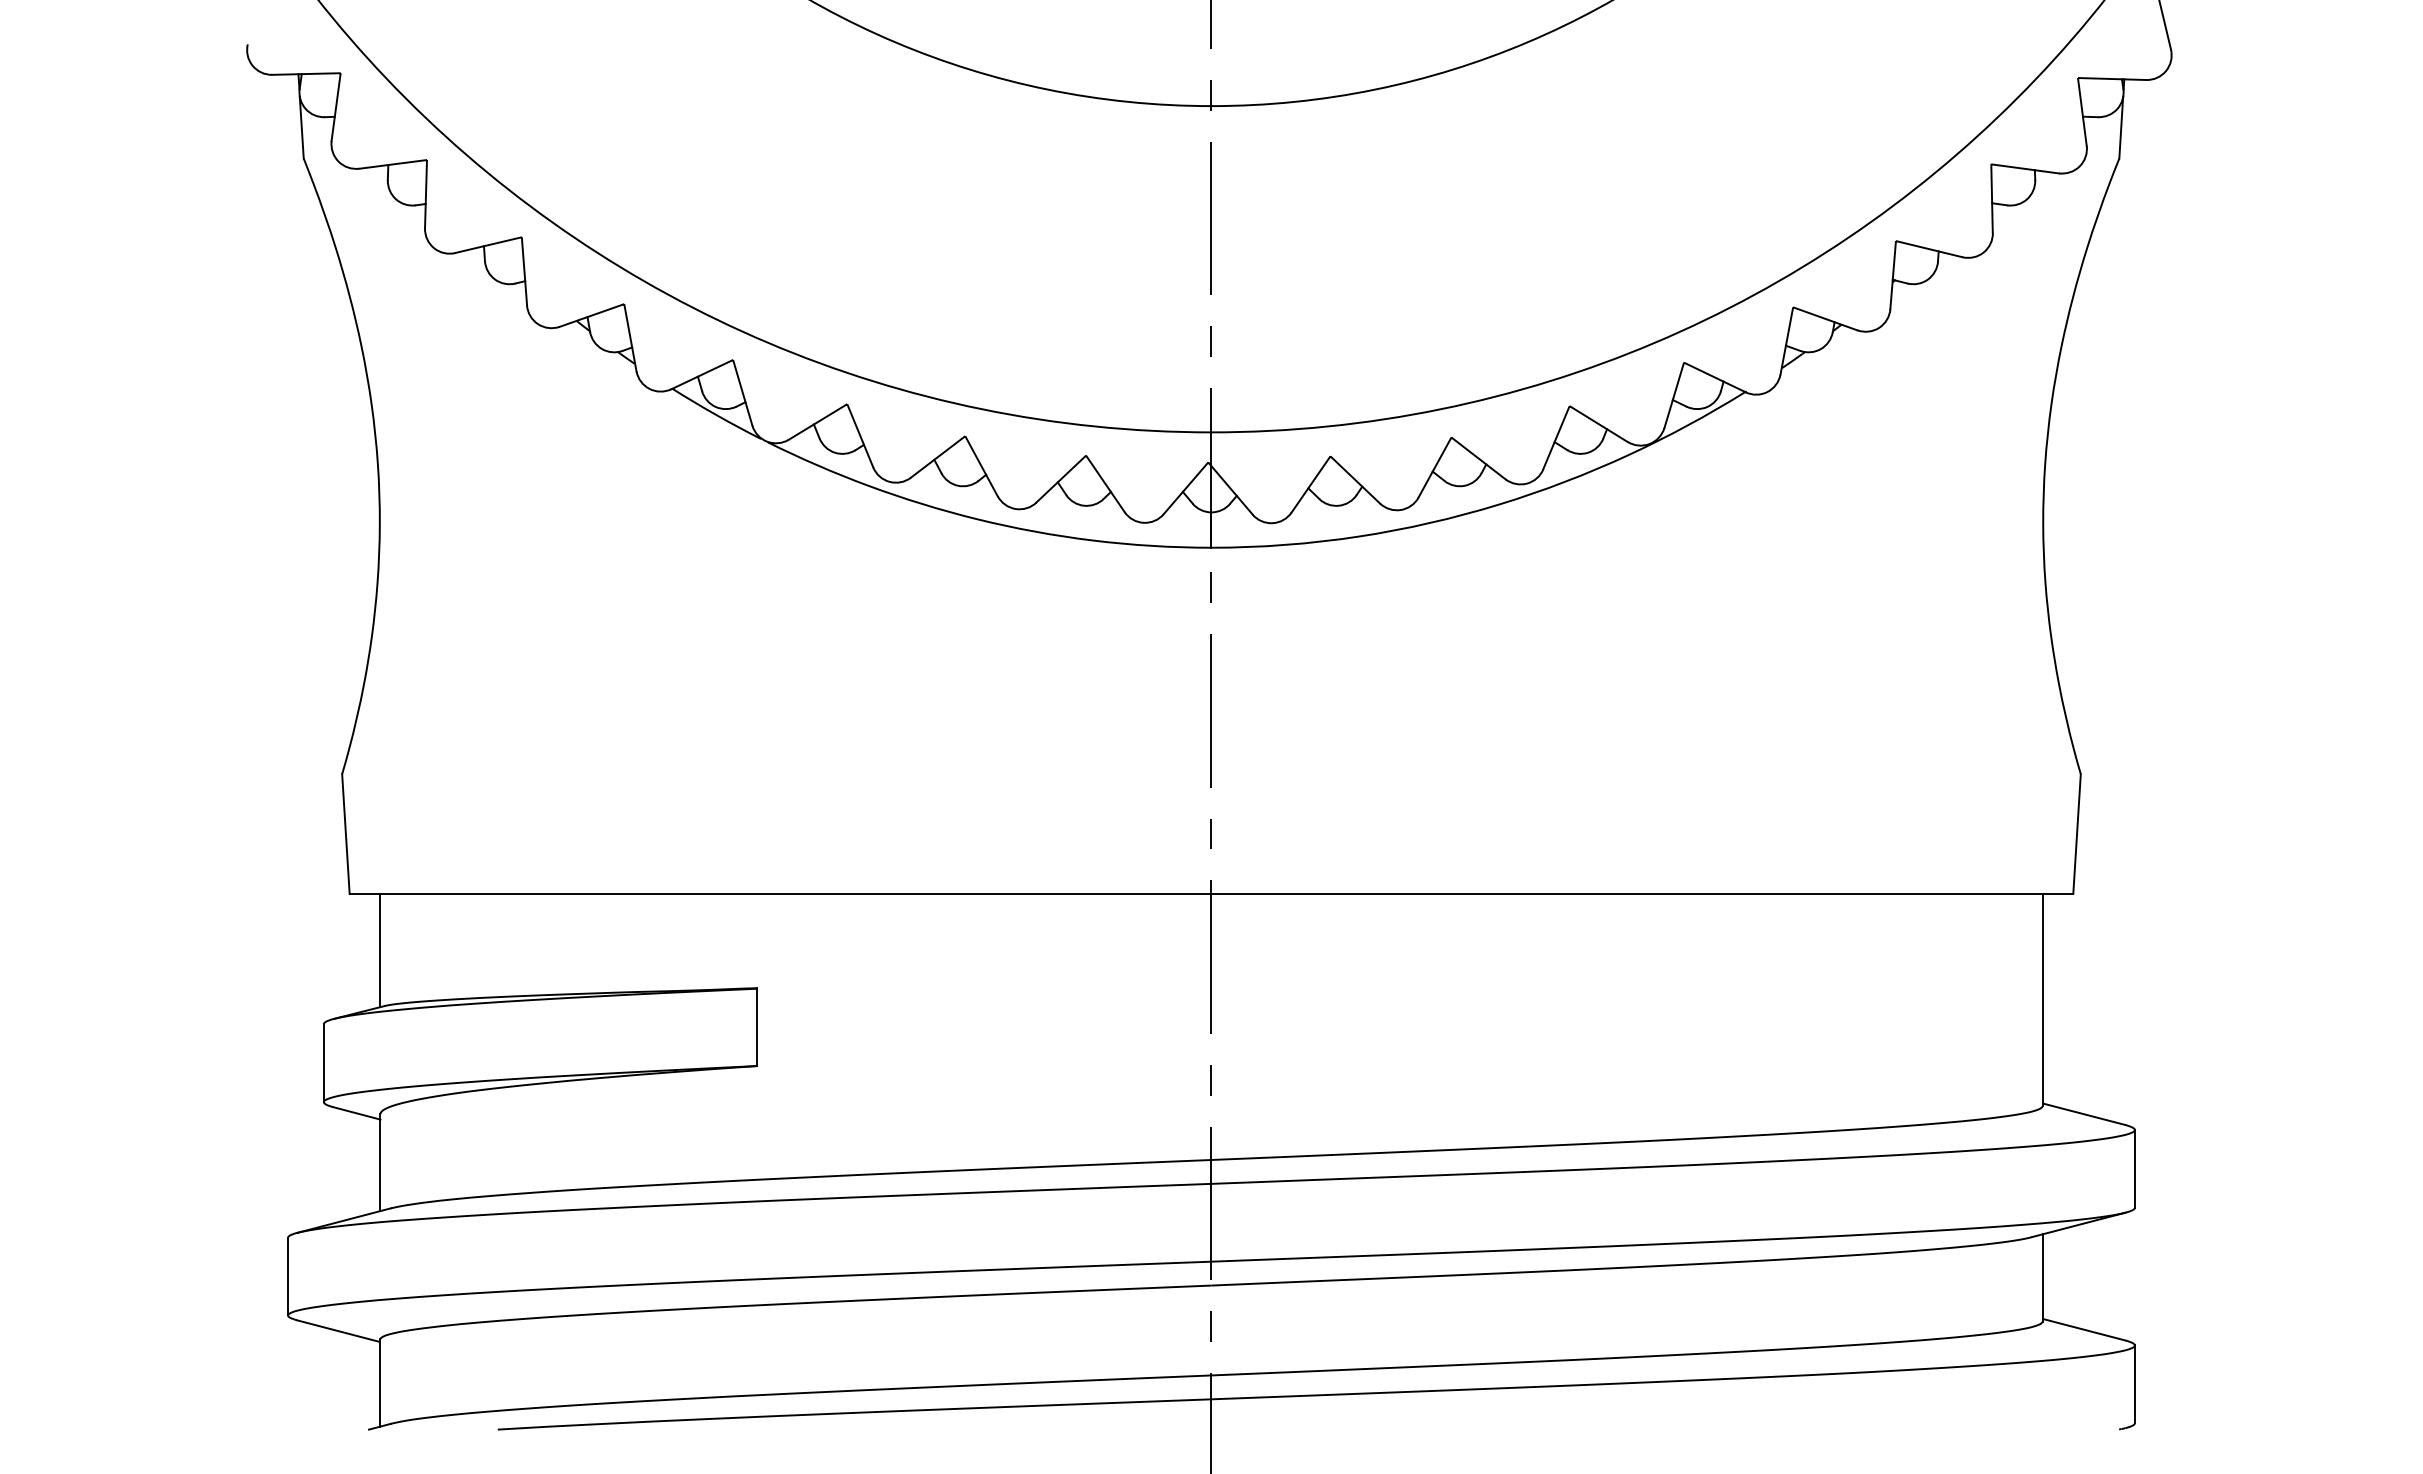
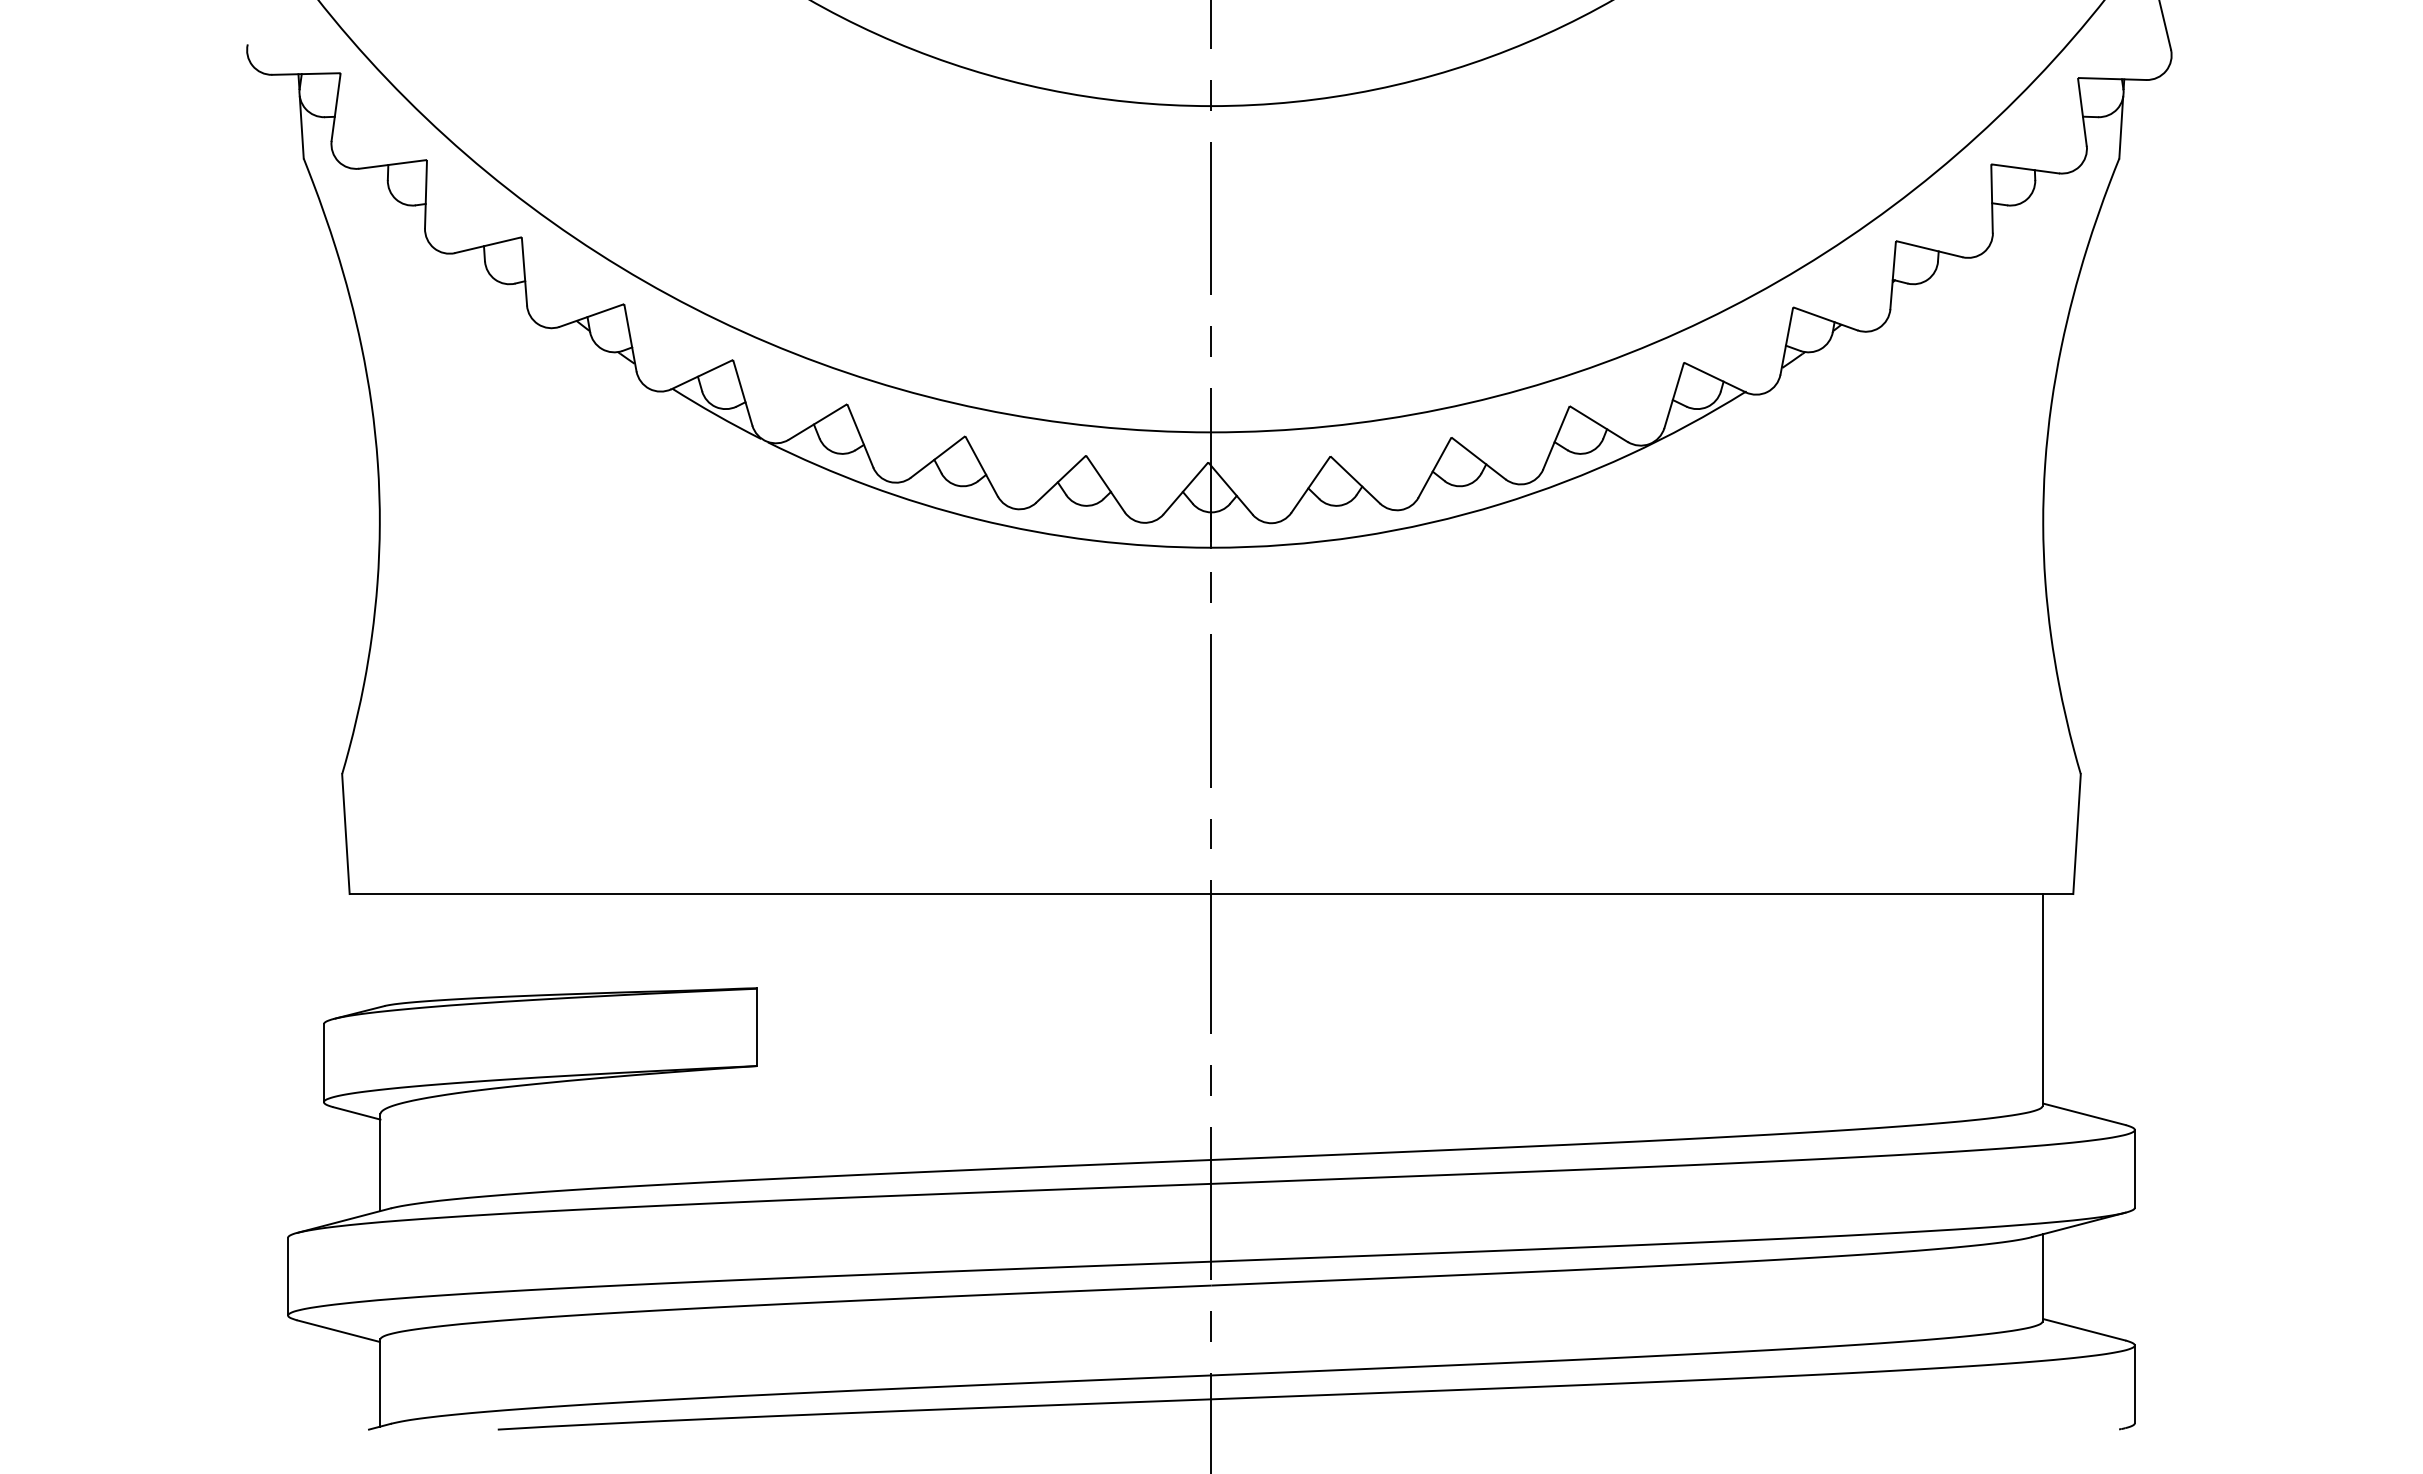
line at (380, 950): present -> none
